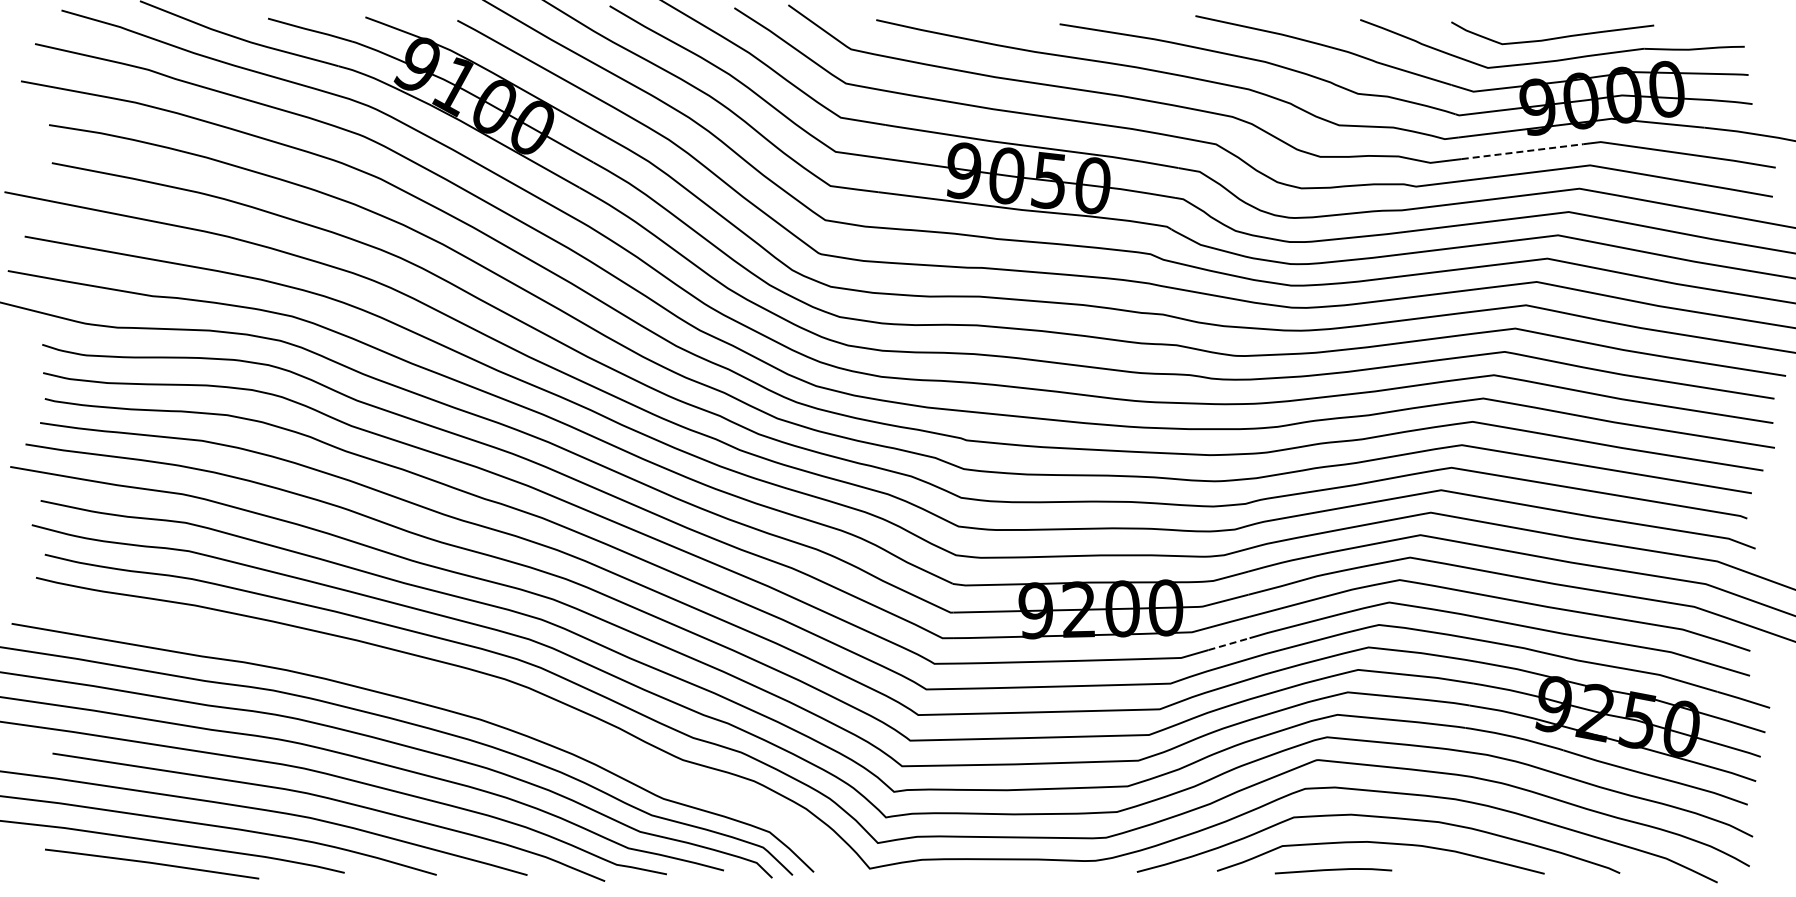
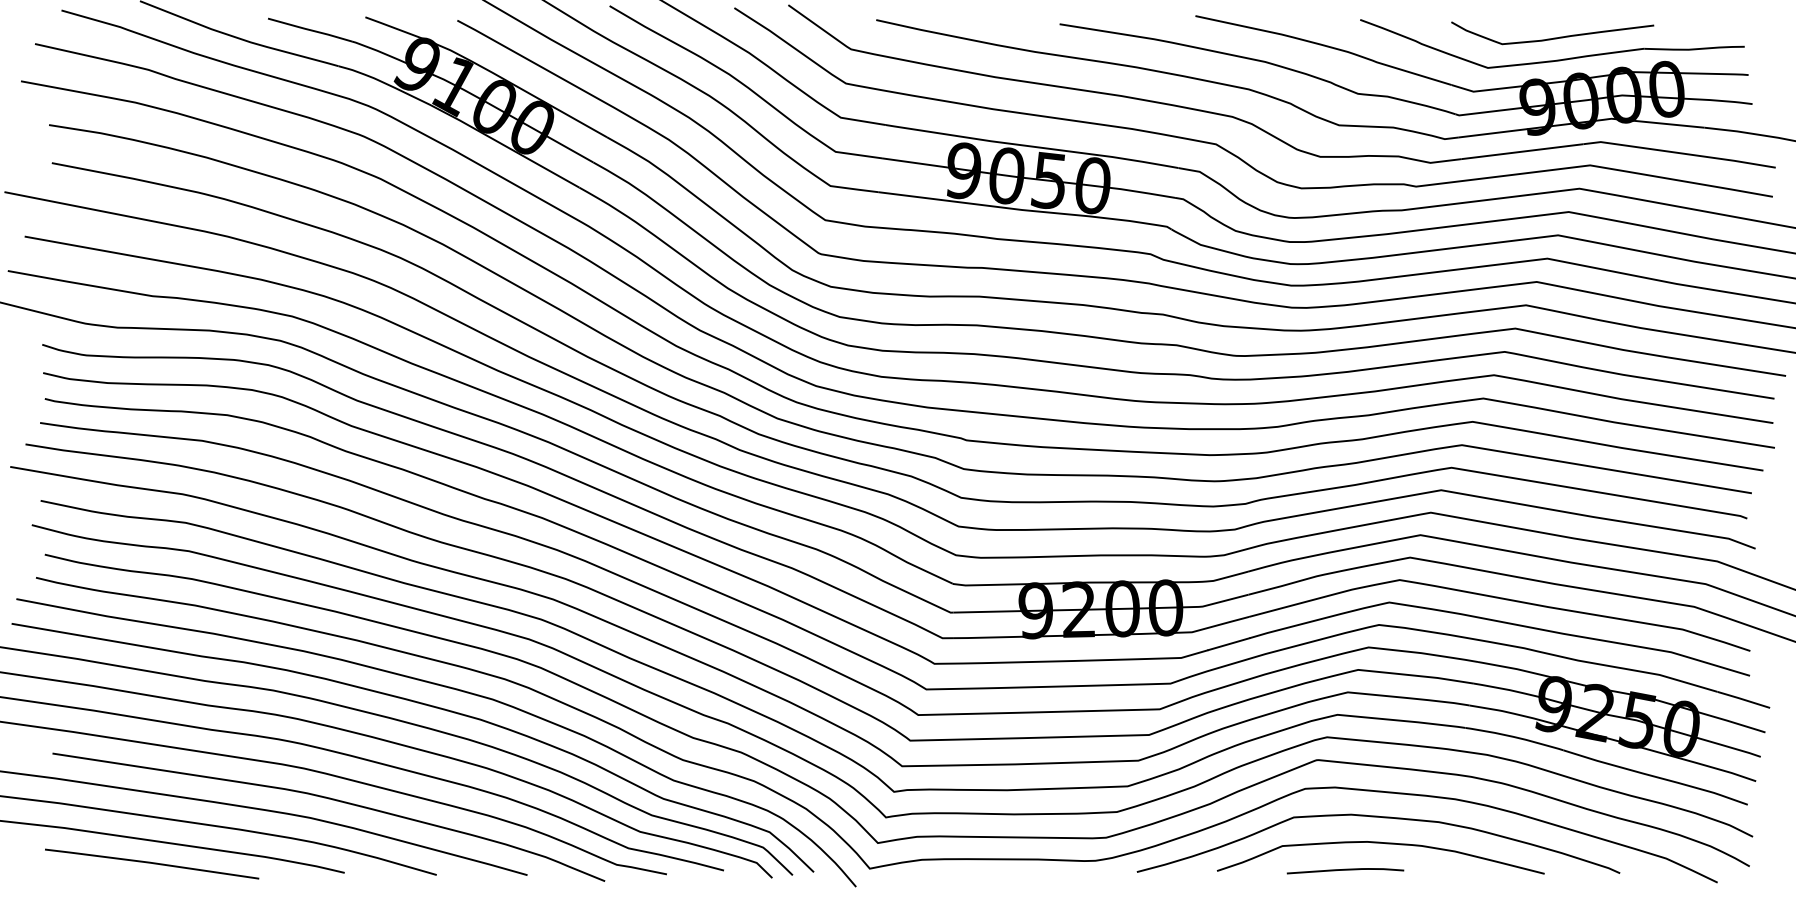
line at (1520, 151): dashed -> solid
line at (1229, 644): dashed -> solid
curve at (448, 688): none -> present
curve at (1333, 870) position: (1333, 870) -> (1345, 870)
